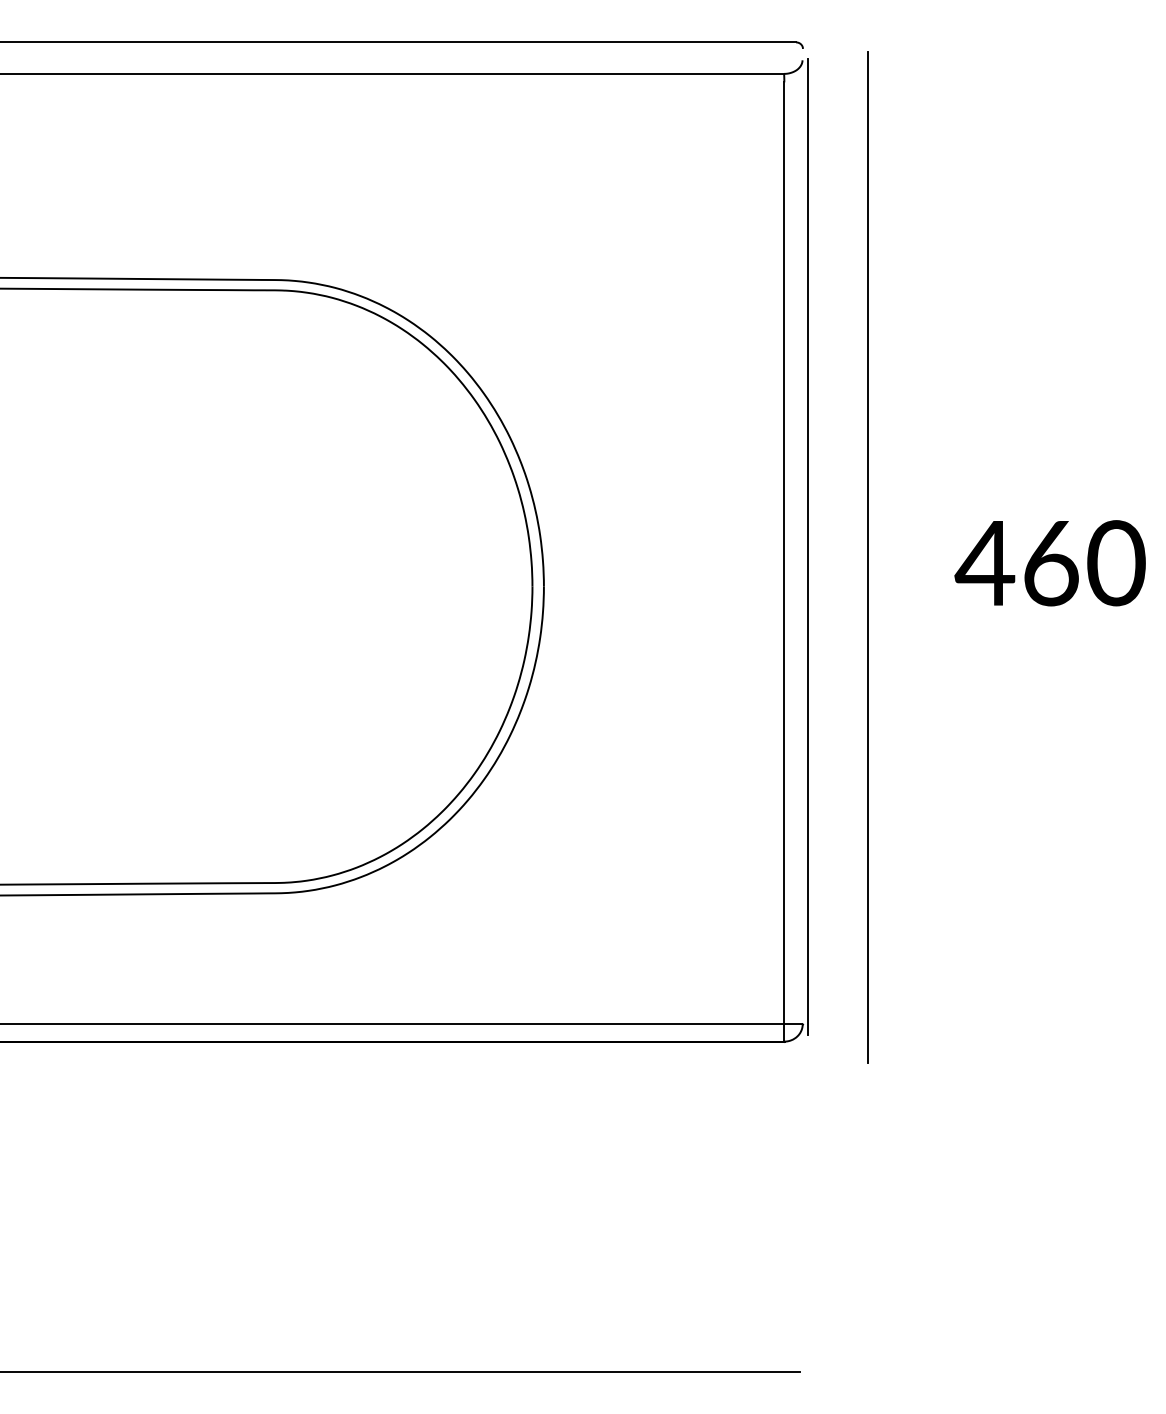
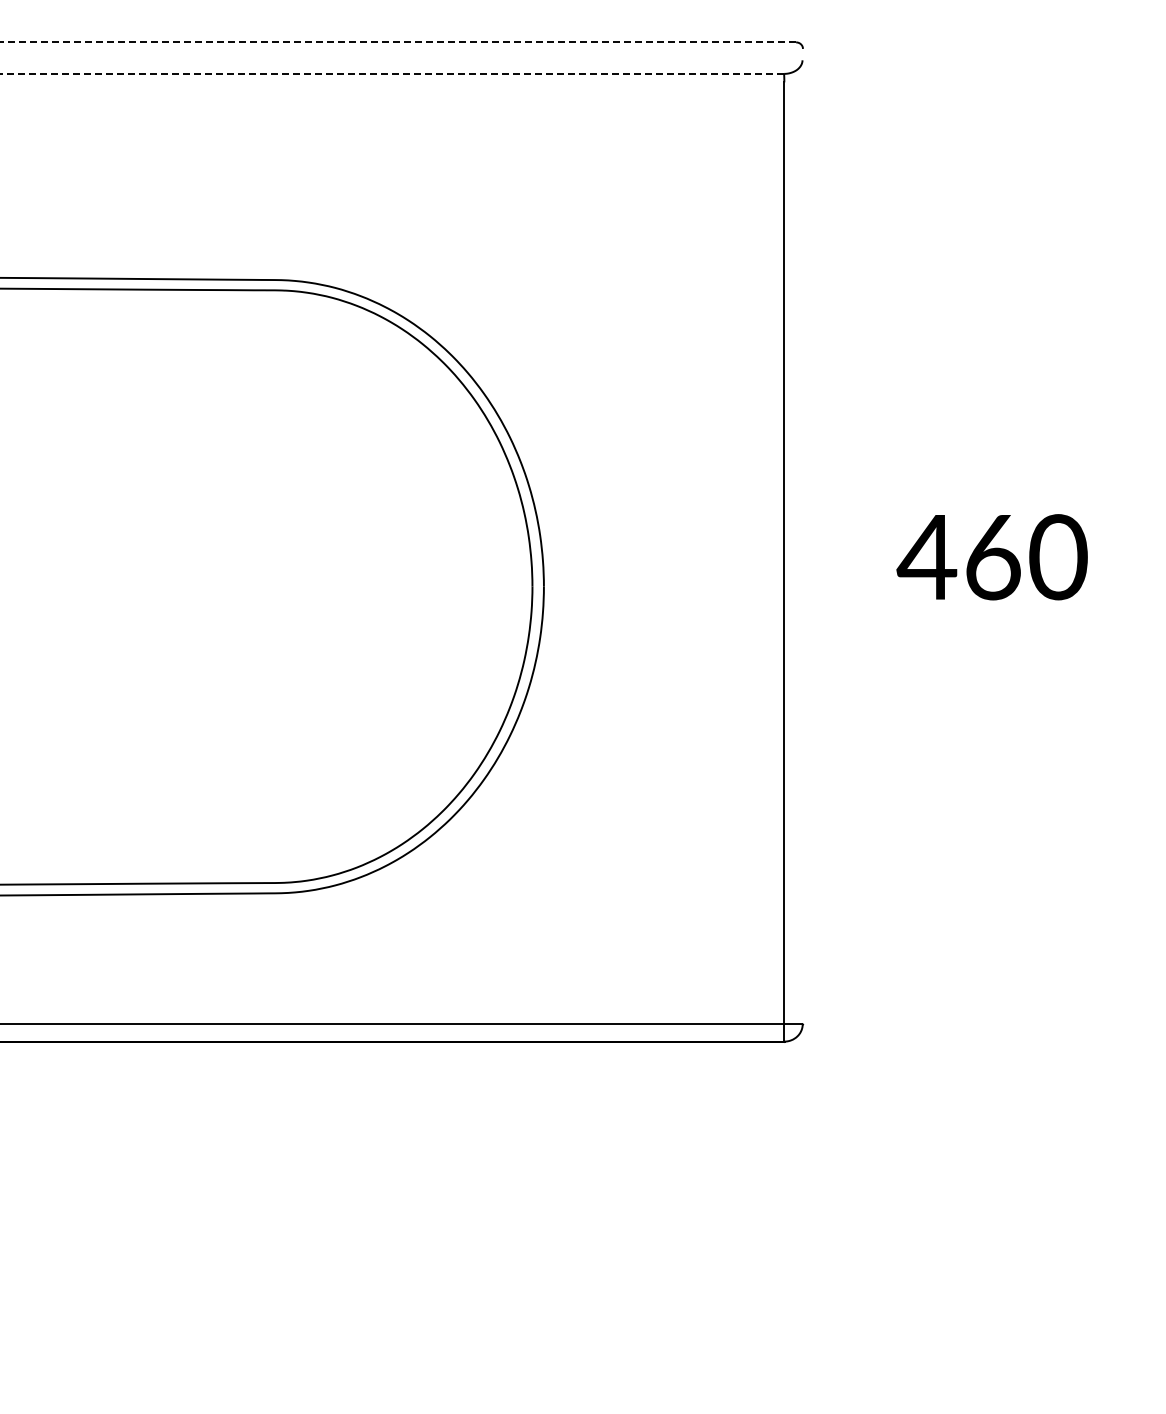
line at (398, 42): solid -> dashed
line at (392, 73): solid -> dashed
line at (808, 546): present -> none
line at (868, 556): present -> none
text at (1049, 563) position: (1049, 563) -> (991, 557)
line at (401, 1371): present -> none
